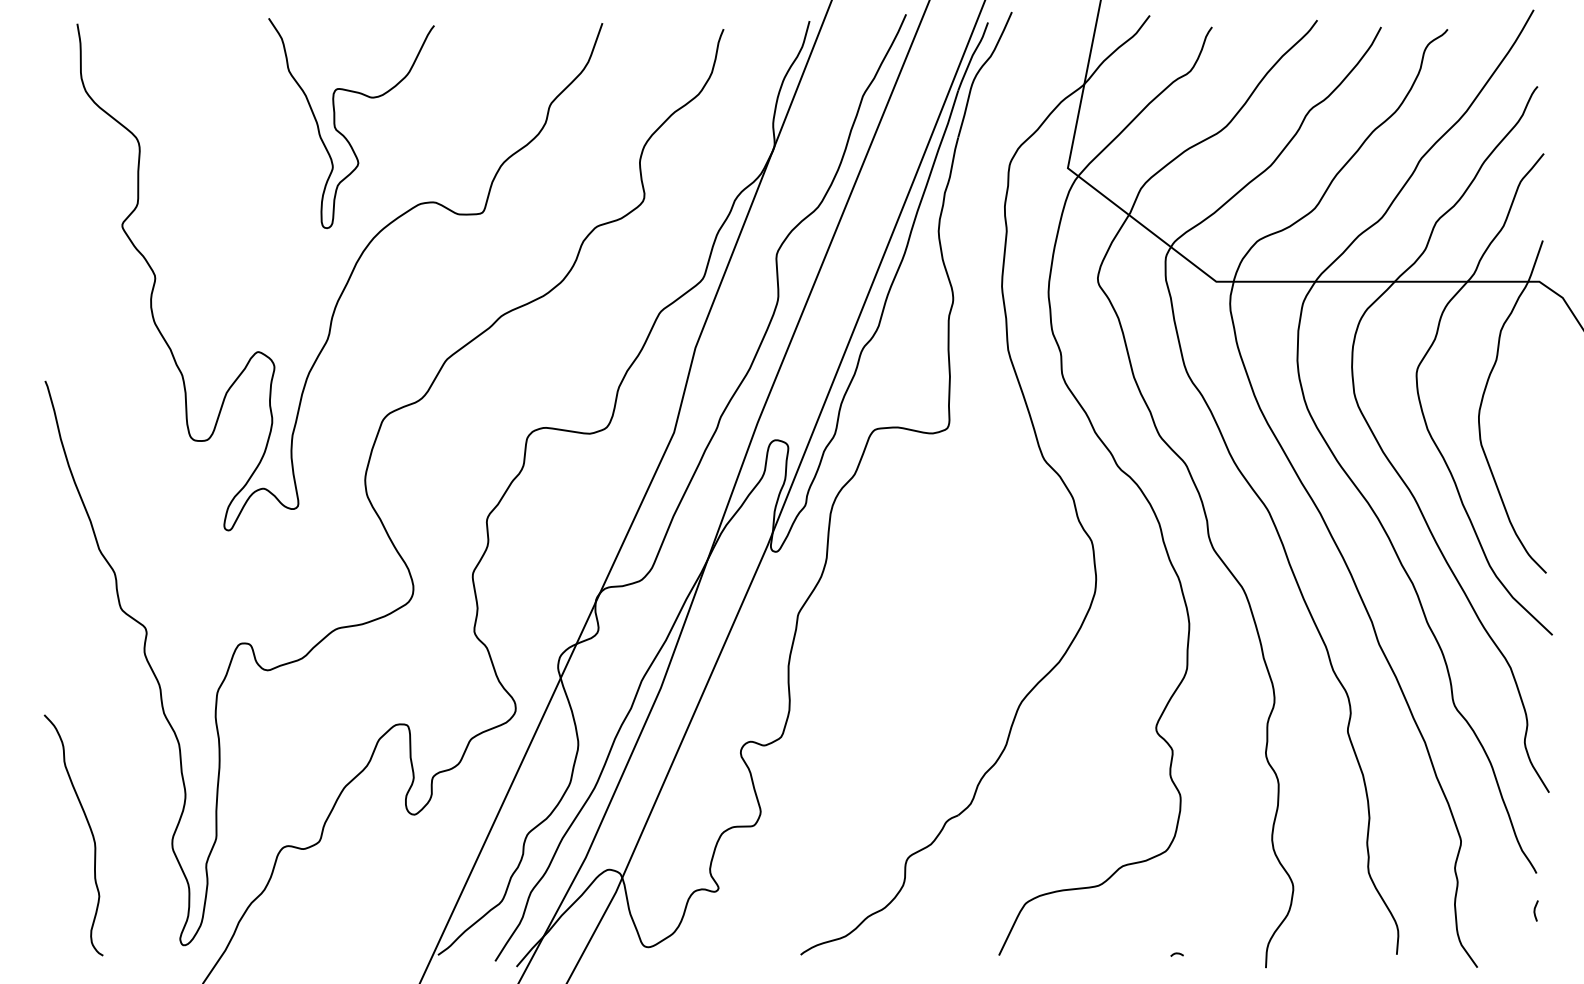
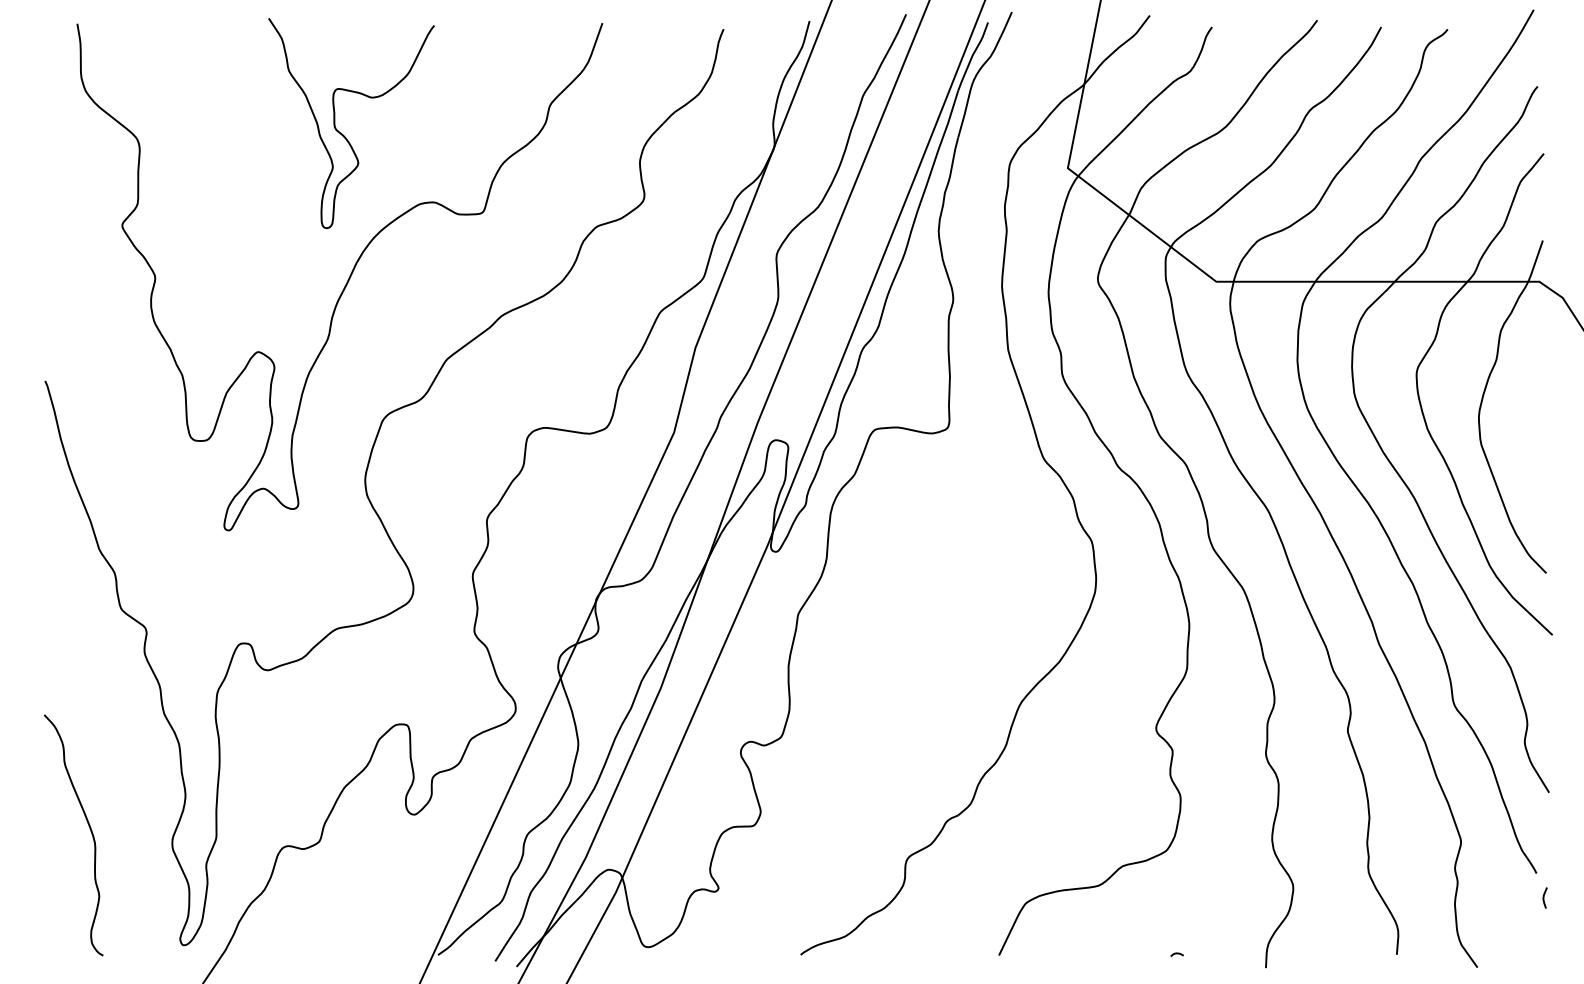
line at (1535, 910) position: (1535, 910) -> (1544, 897)
